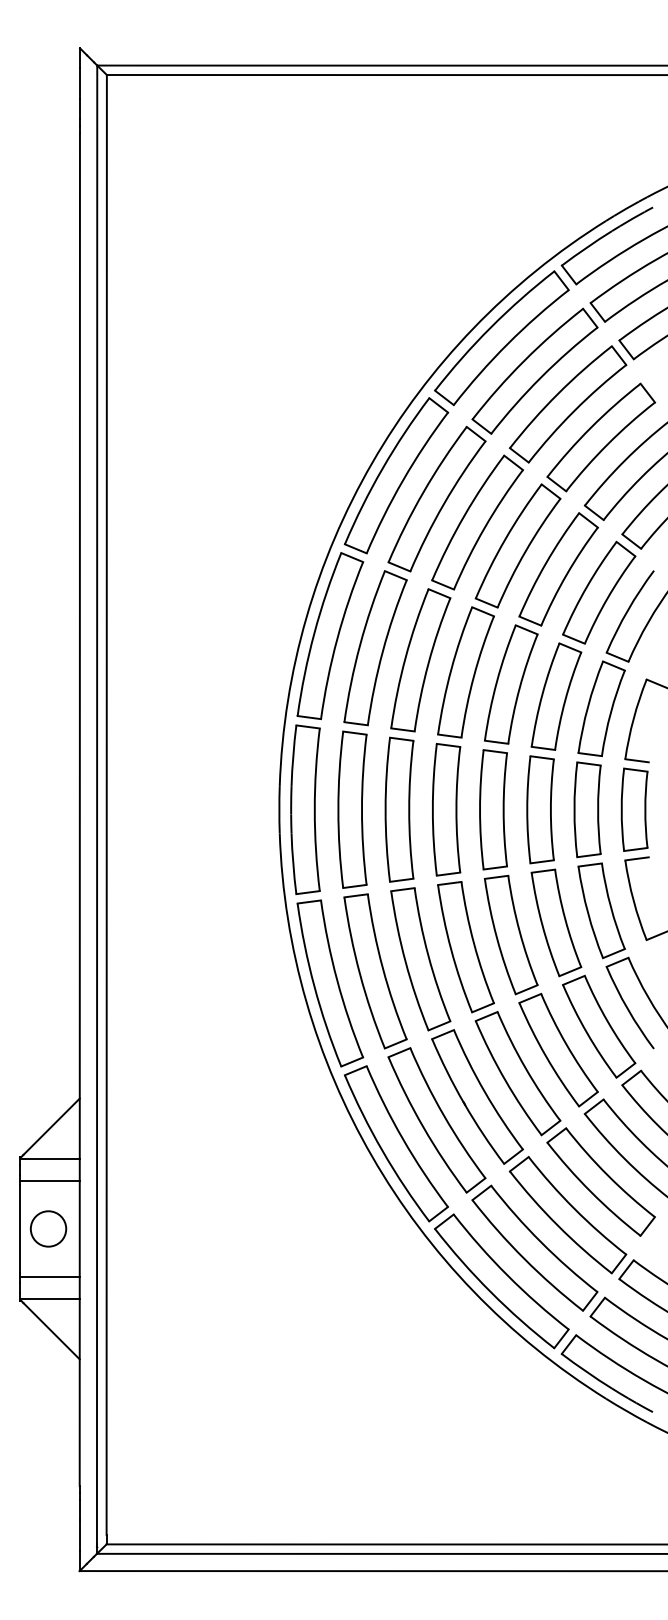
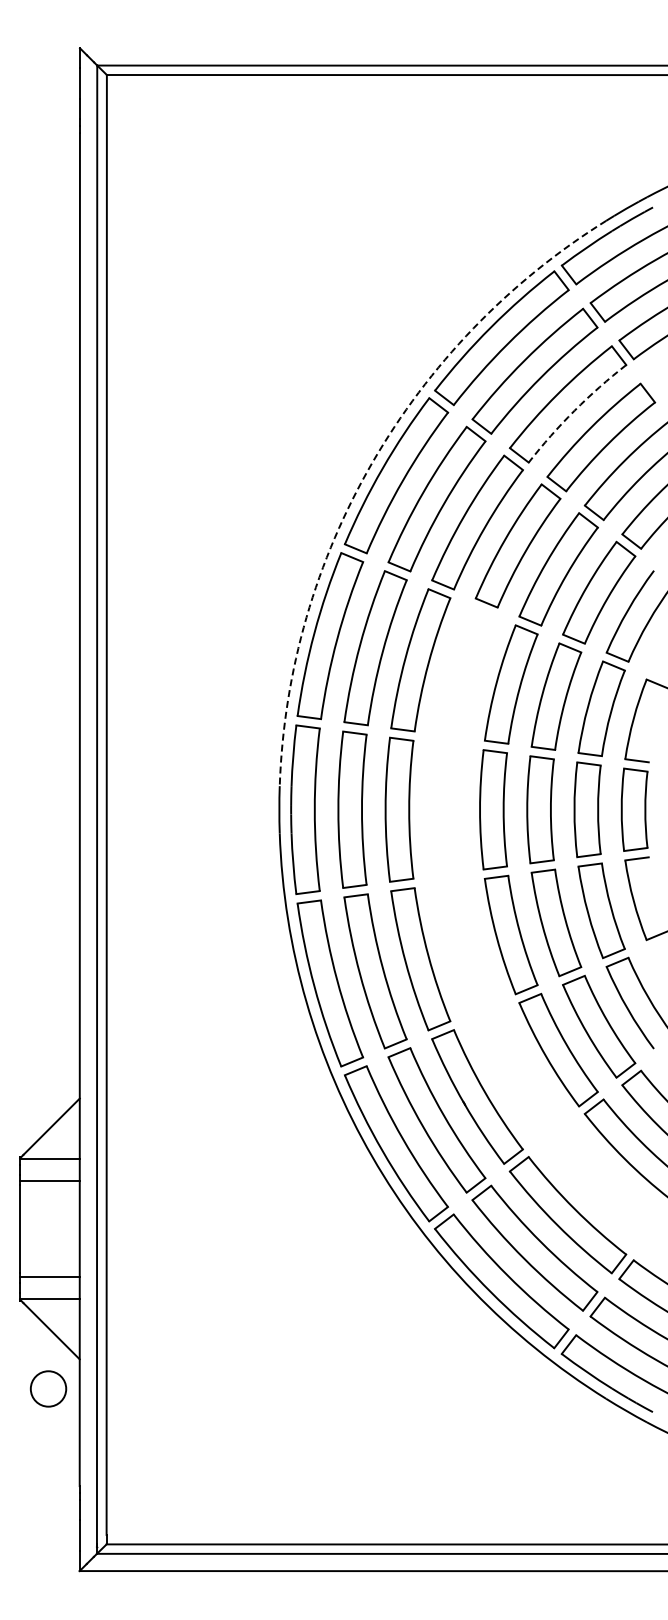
arc at (574, 410): solid -> dashed
arc at (372, 462): solid -> dashed
part at (474, 940): present -> none
circle at (48, 1228) position: (48, 1228) -> (48, 1388)
